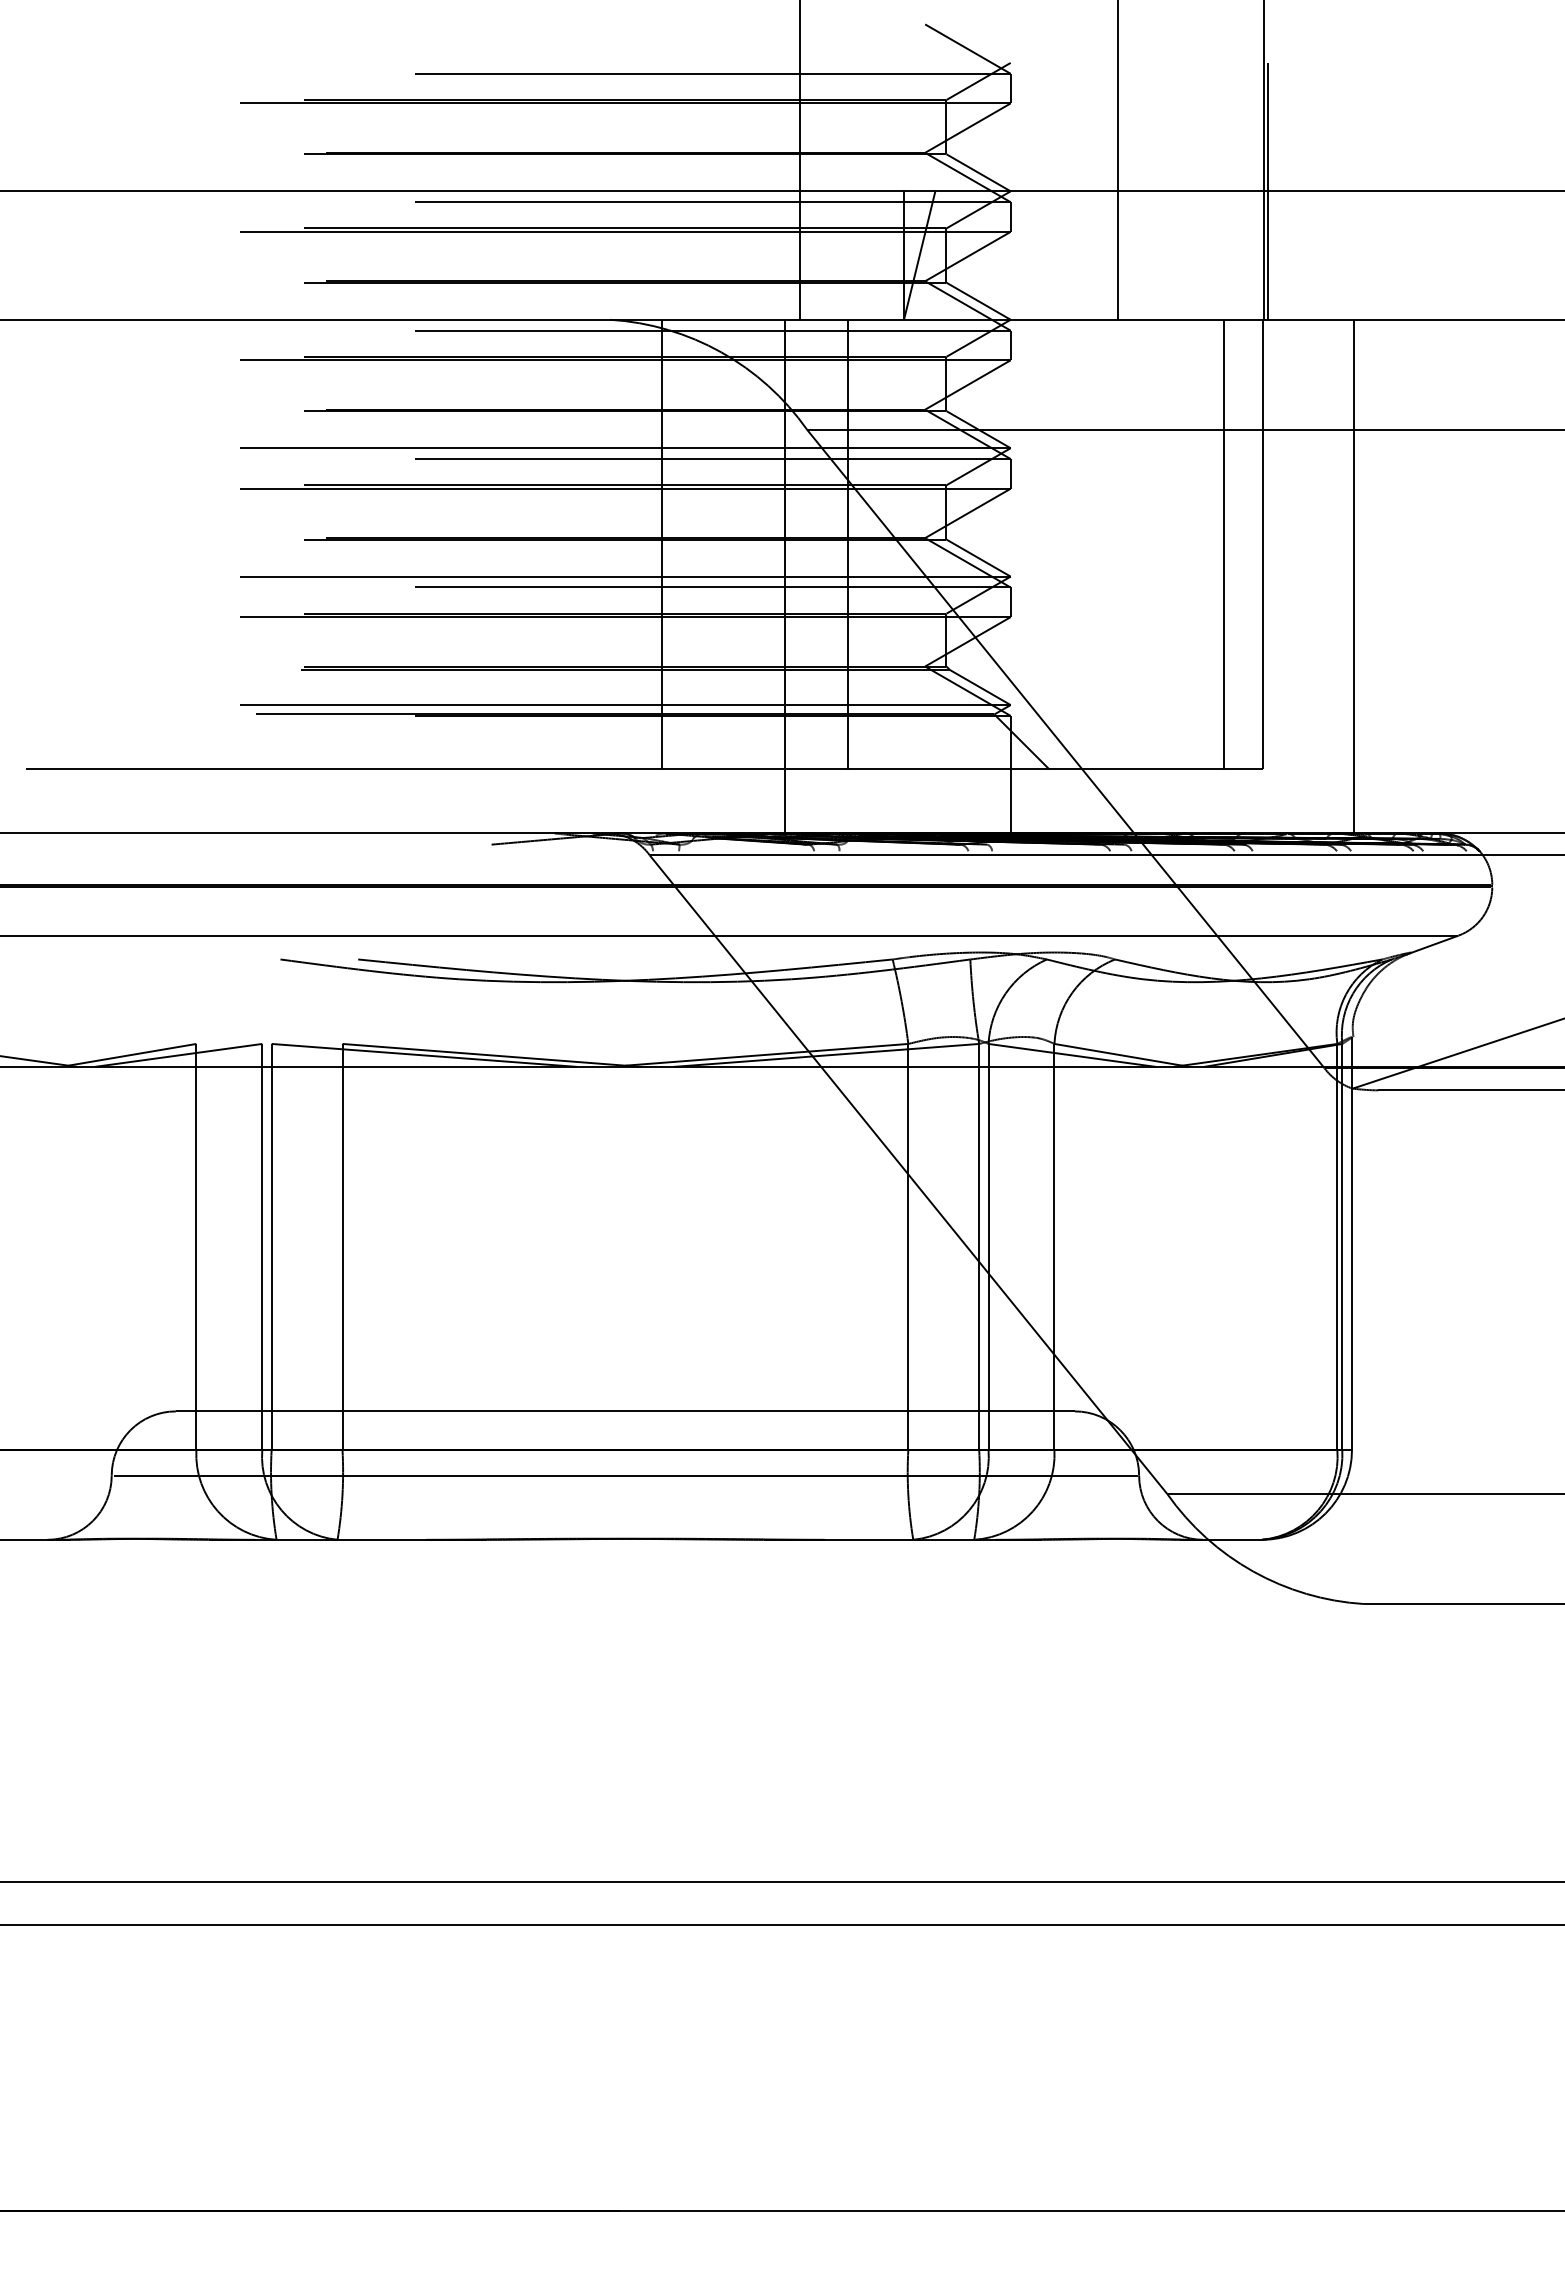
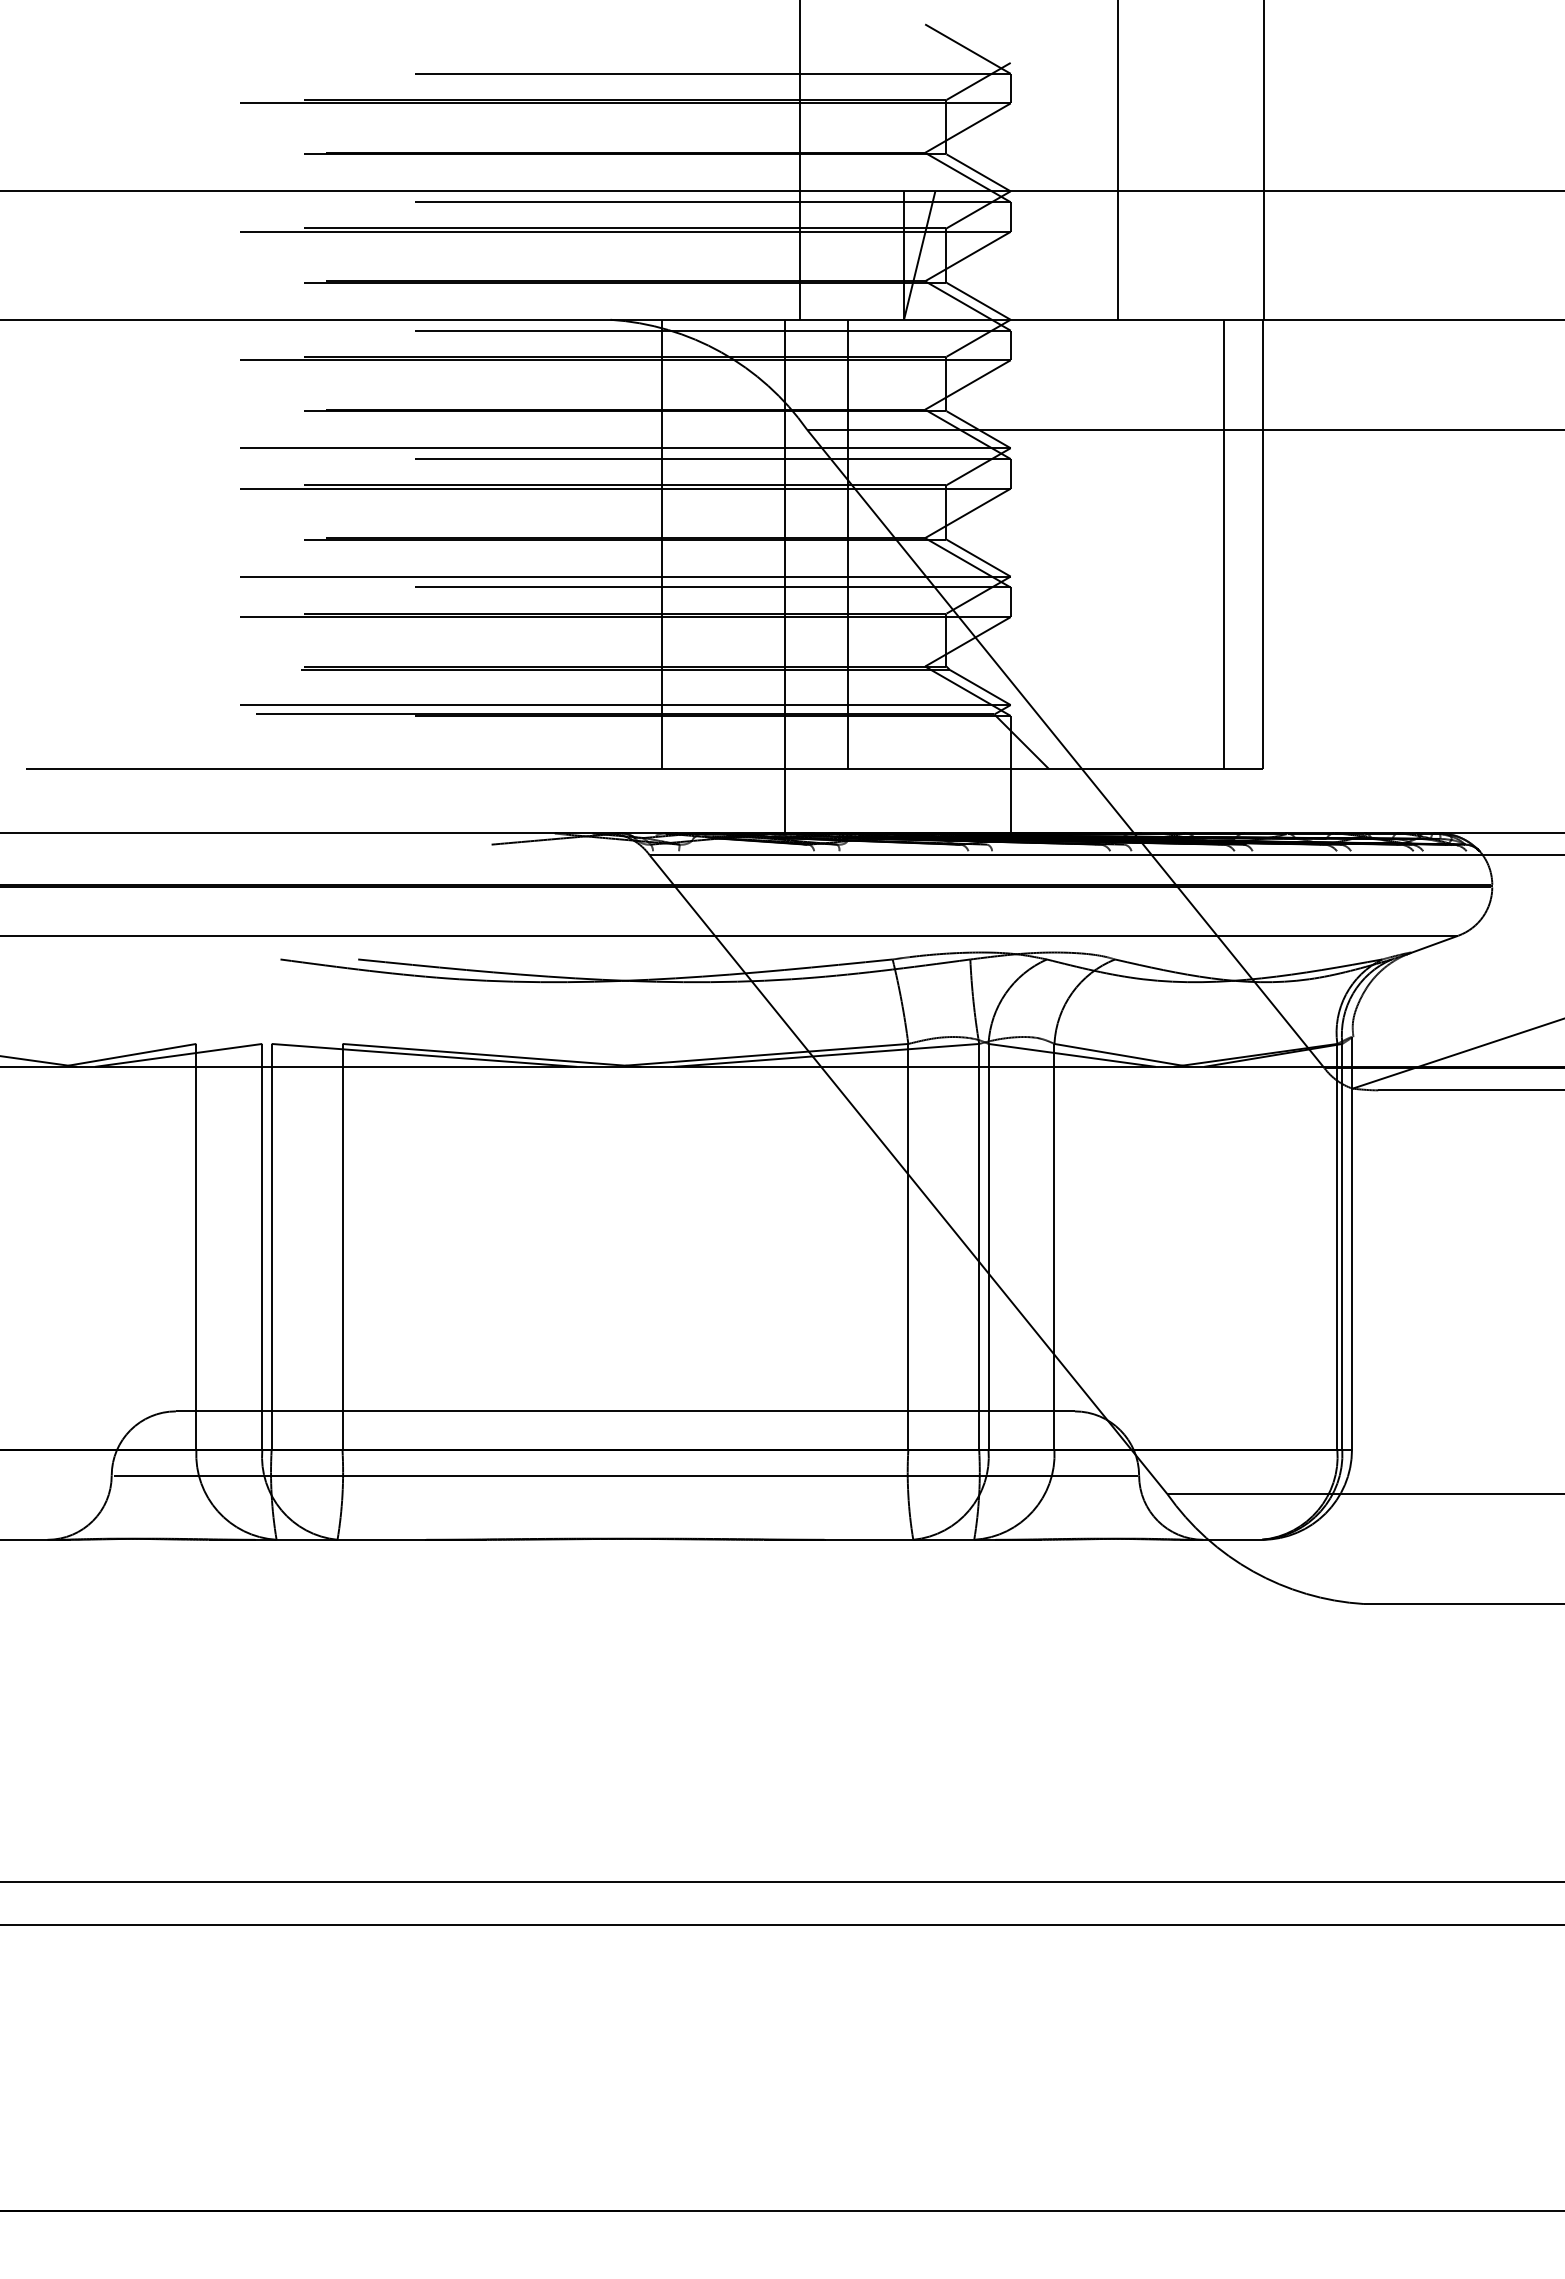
line at (1267, 190): present -> none
line at (1354, 576): present -> none
